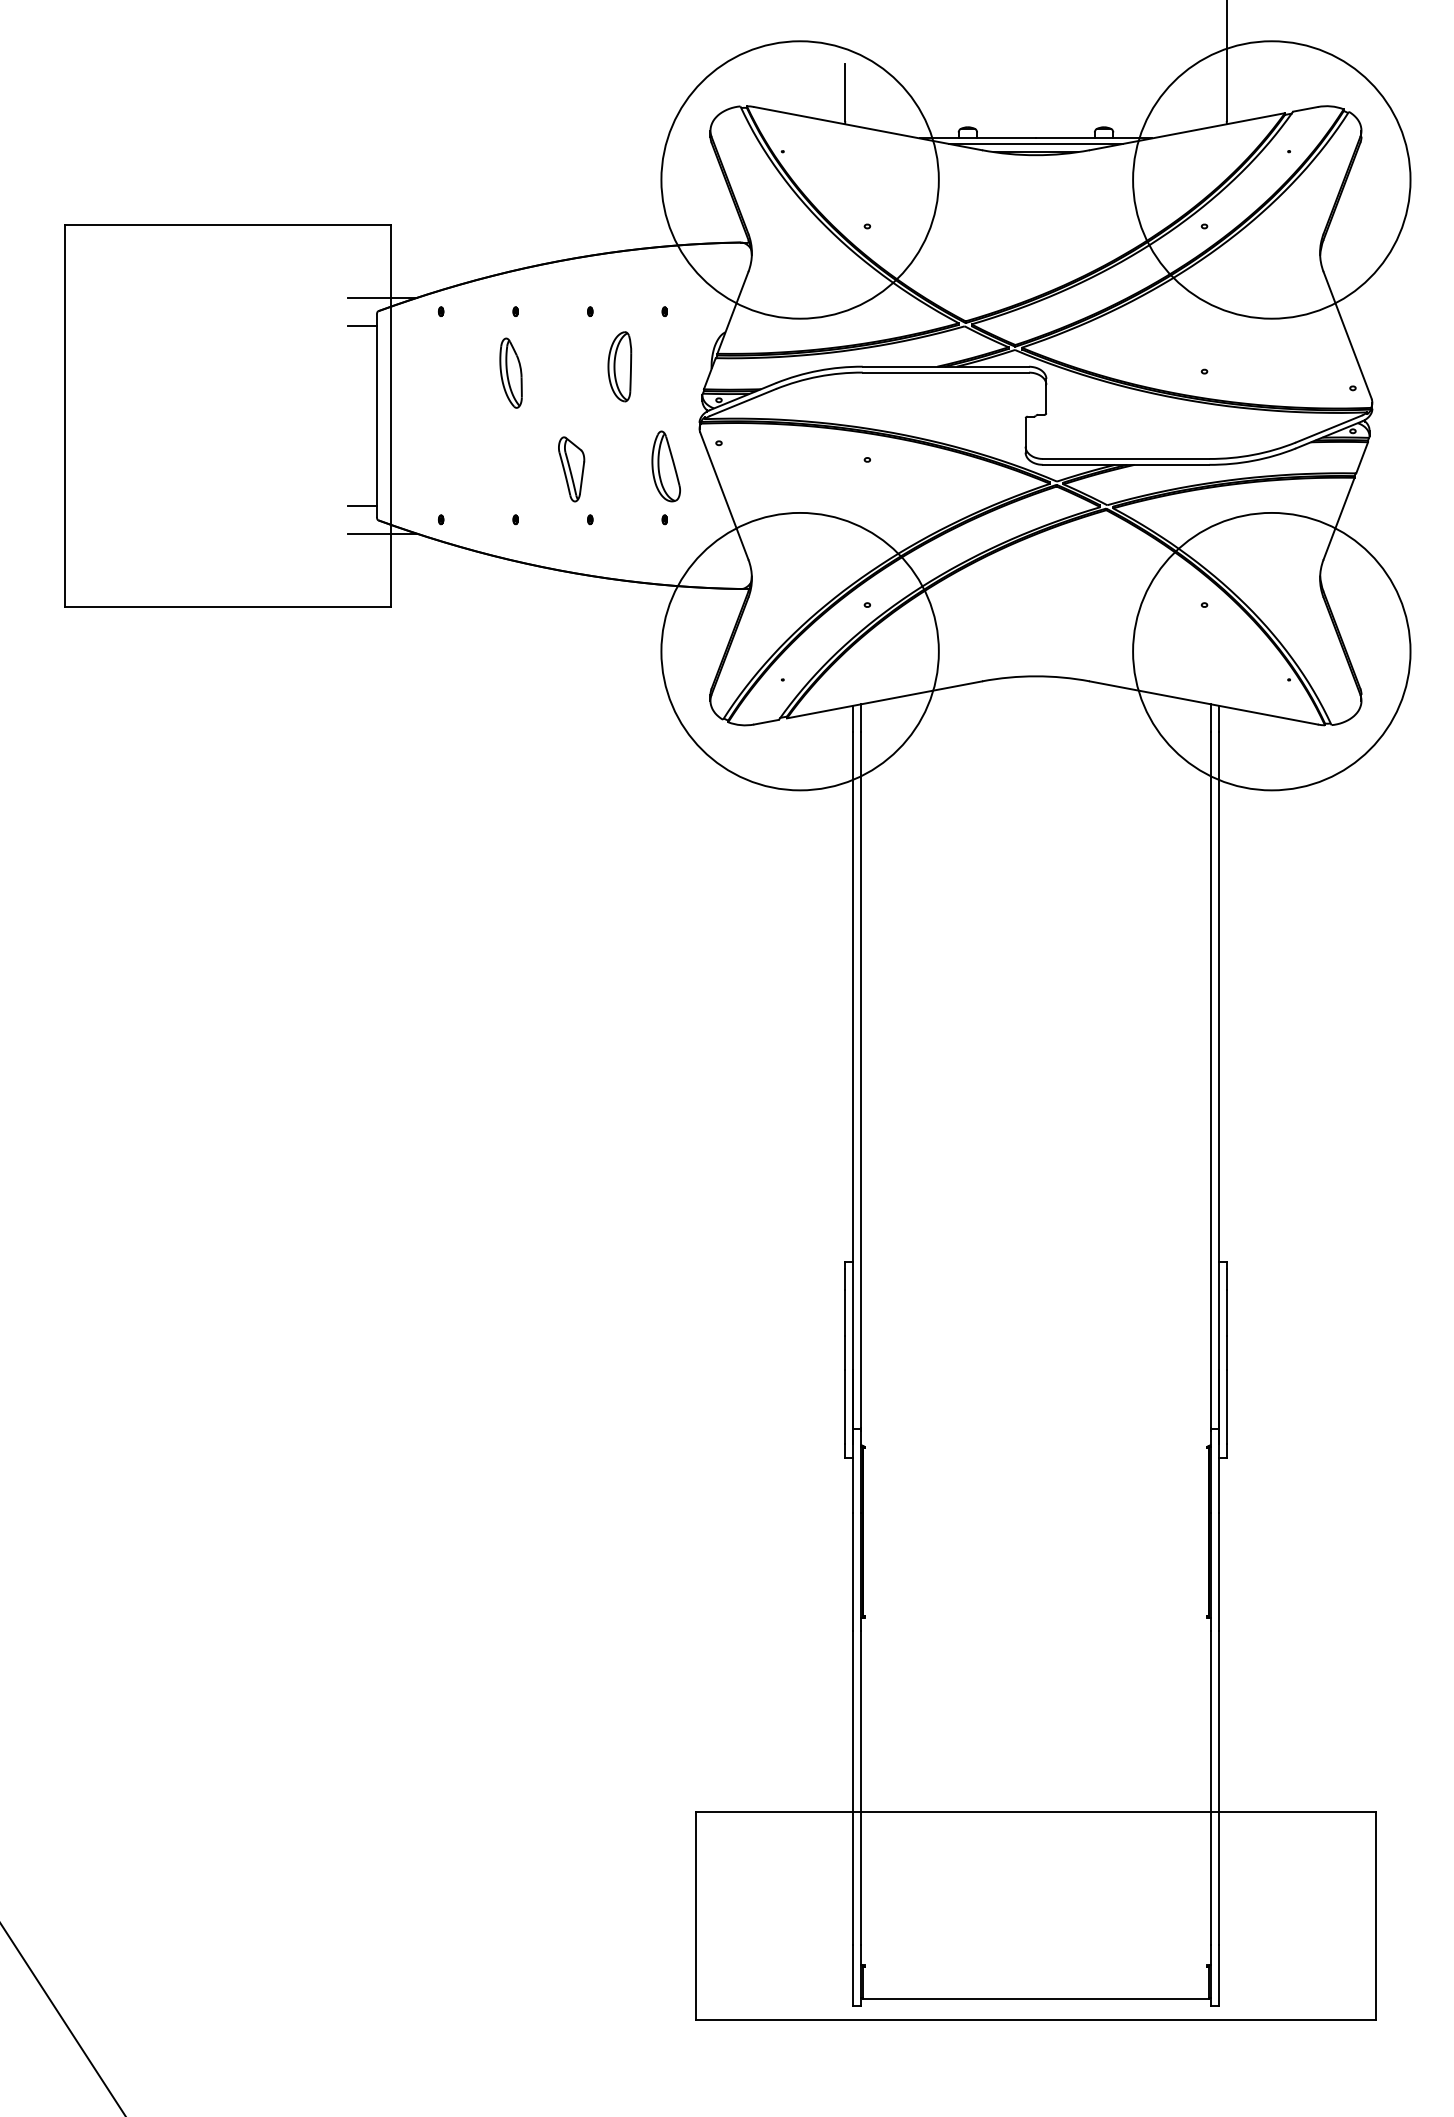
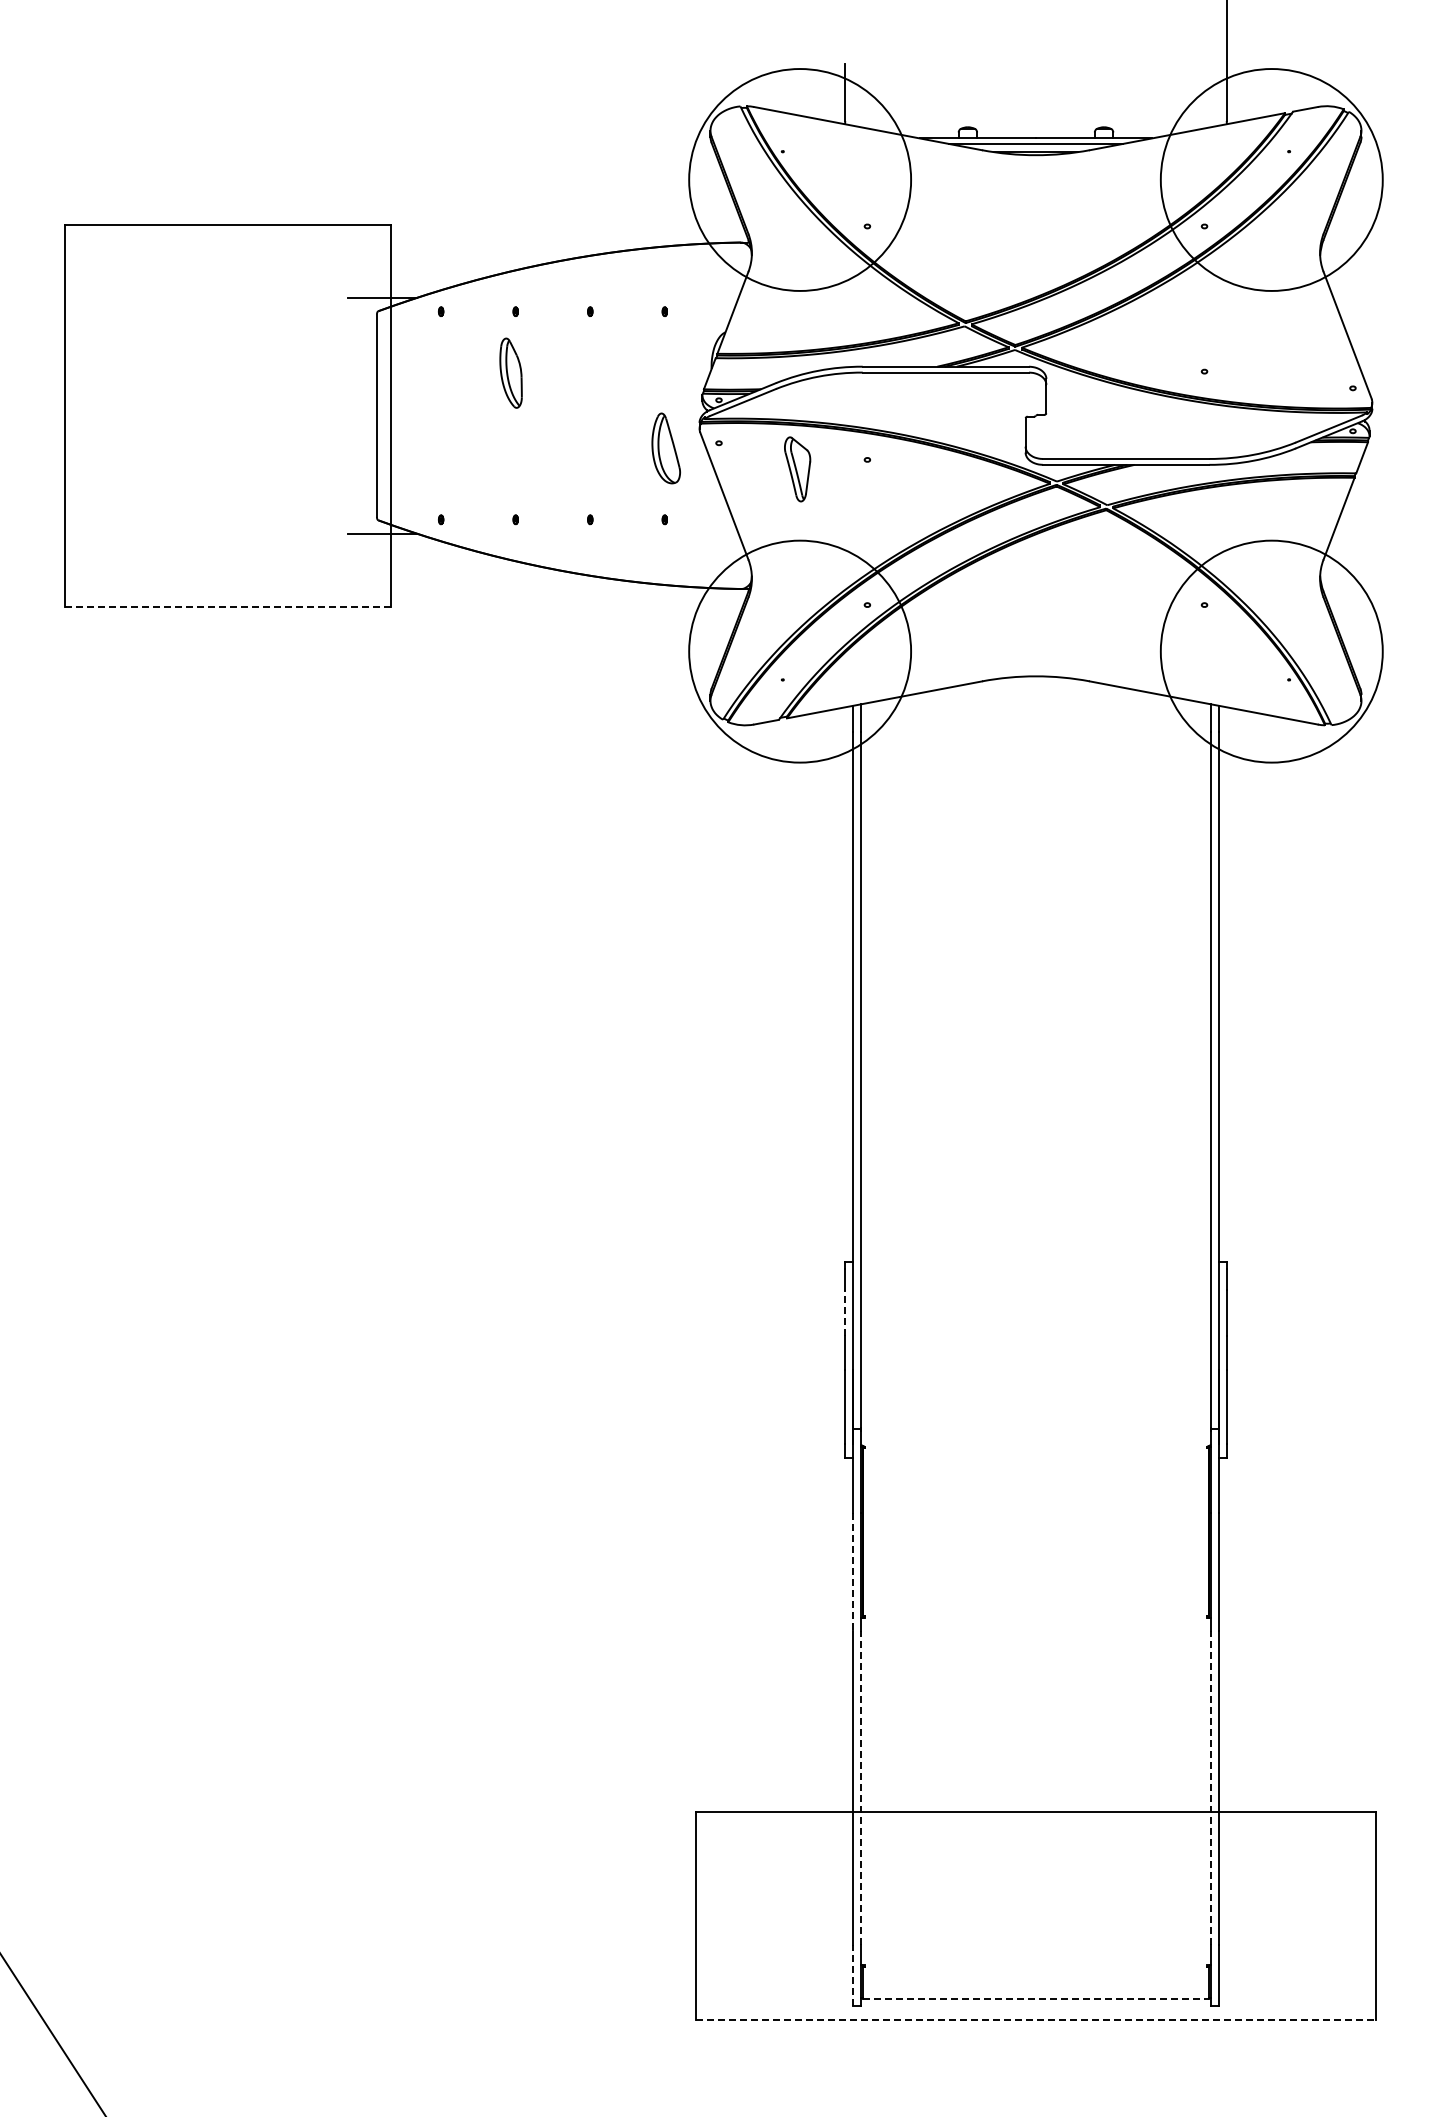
circle at (799, 179) diameter: 277 px -> 222 px
circle at (1271, 179) diameter: 277 px -> 222 px
line at (361, 325): present -> none
part at (619, 366): present -> none
part at (665, 466) position: (665, 466) -> (665, 448)
part at (571, 469) position: (571, 469) -> (797, 469)
line at (361, 505): present -> none
line at (227, 606): solid -> dashed
circle at (799, 651) diameter: 277 px -> 222 px
circle at (1271, 651) diameter: 277 px -> 222 px
line at (844, 1313): solid -> dashed
line at (852, 1572): solid -> dashed
line at (861, 1787): solid -> dashed
line at (1210, 1787): solid -> dashed
line at (852, 1975): solid -> dashed
line at (1036, 1998): solid -> dashed
line at (62, 2019) position: (62, 2019) -> (53, 2034)
line at (1035, 2020): solid -> dashed
